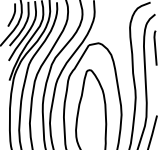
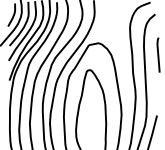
line at (155, 47) position: (155, 47) -> (158, 54)
